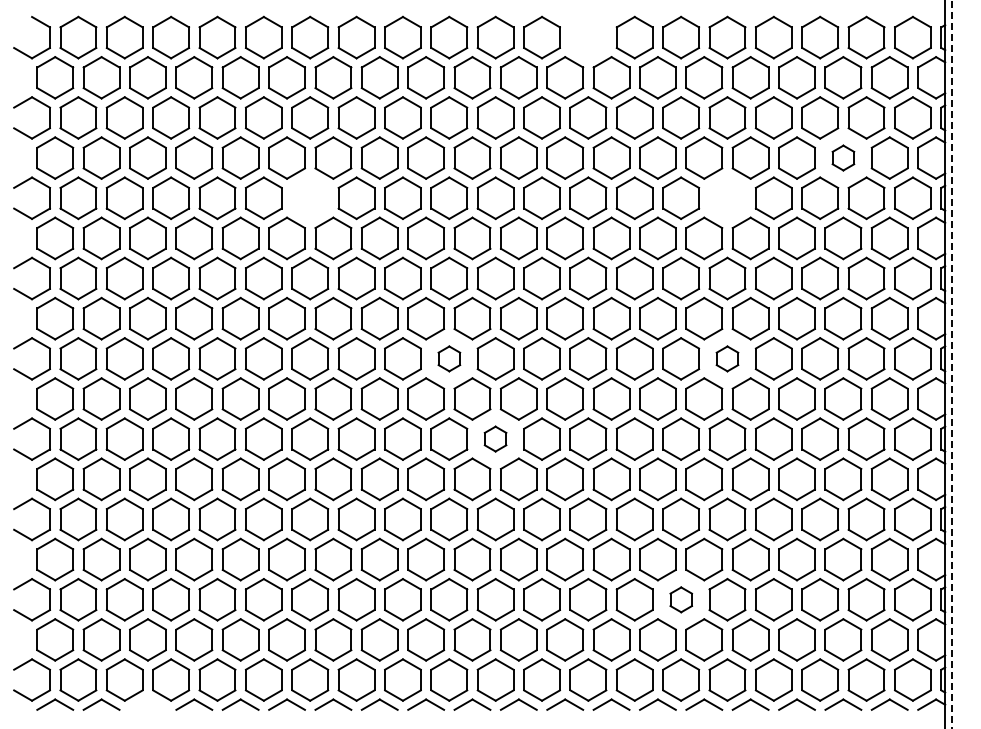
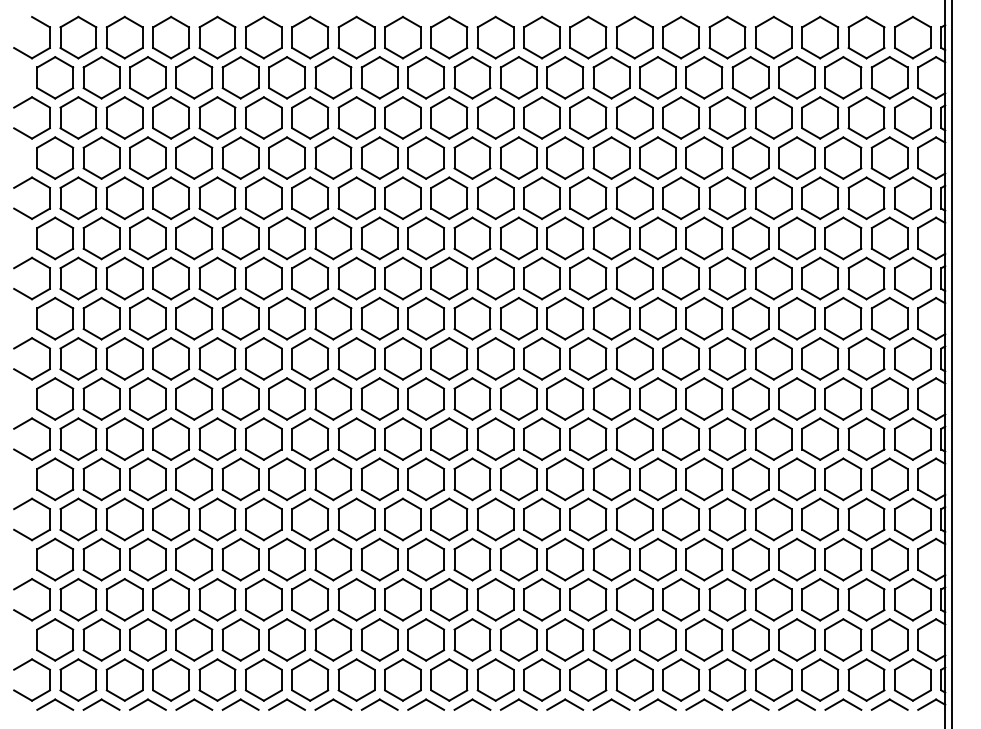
part at (588, 37): none -> present
part at (843, 157) size: 25x28 px -> 39x44 px
part at (310, 197): none -> present
part at (727, 198): none -> present
part at (449, 358) size: 25x28 px -> 39x44 px
part at (727, 358) size: 25x28 px -> 39x44 px
line at (951, 364): dashed -> solid
part at (495, 438) size: 25x28 px -> 39x44 px
part at (681, 599) size: 25x28 px -> 39x44 px
part at (147, 704): none -> present
